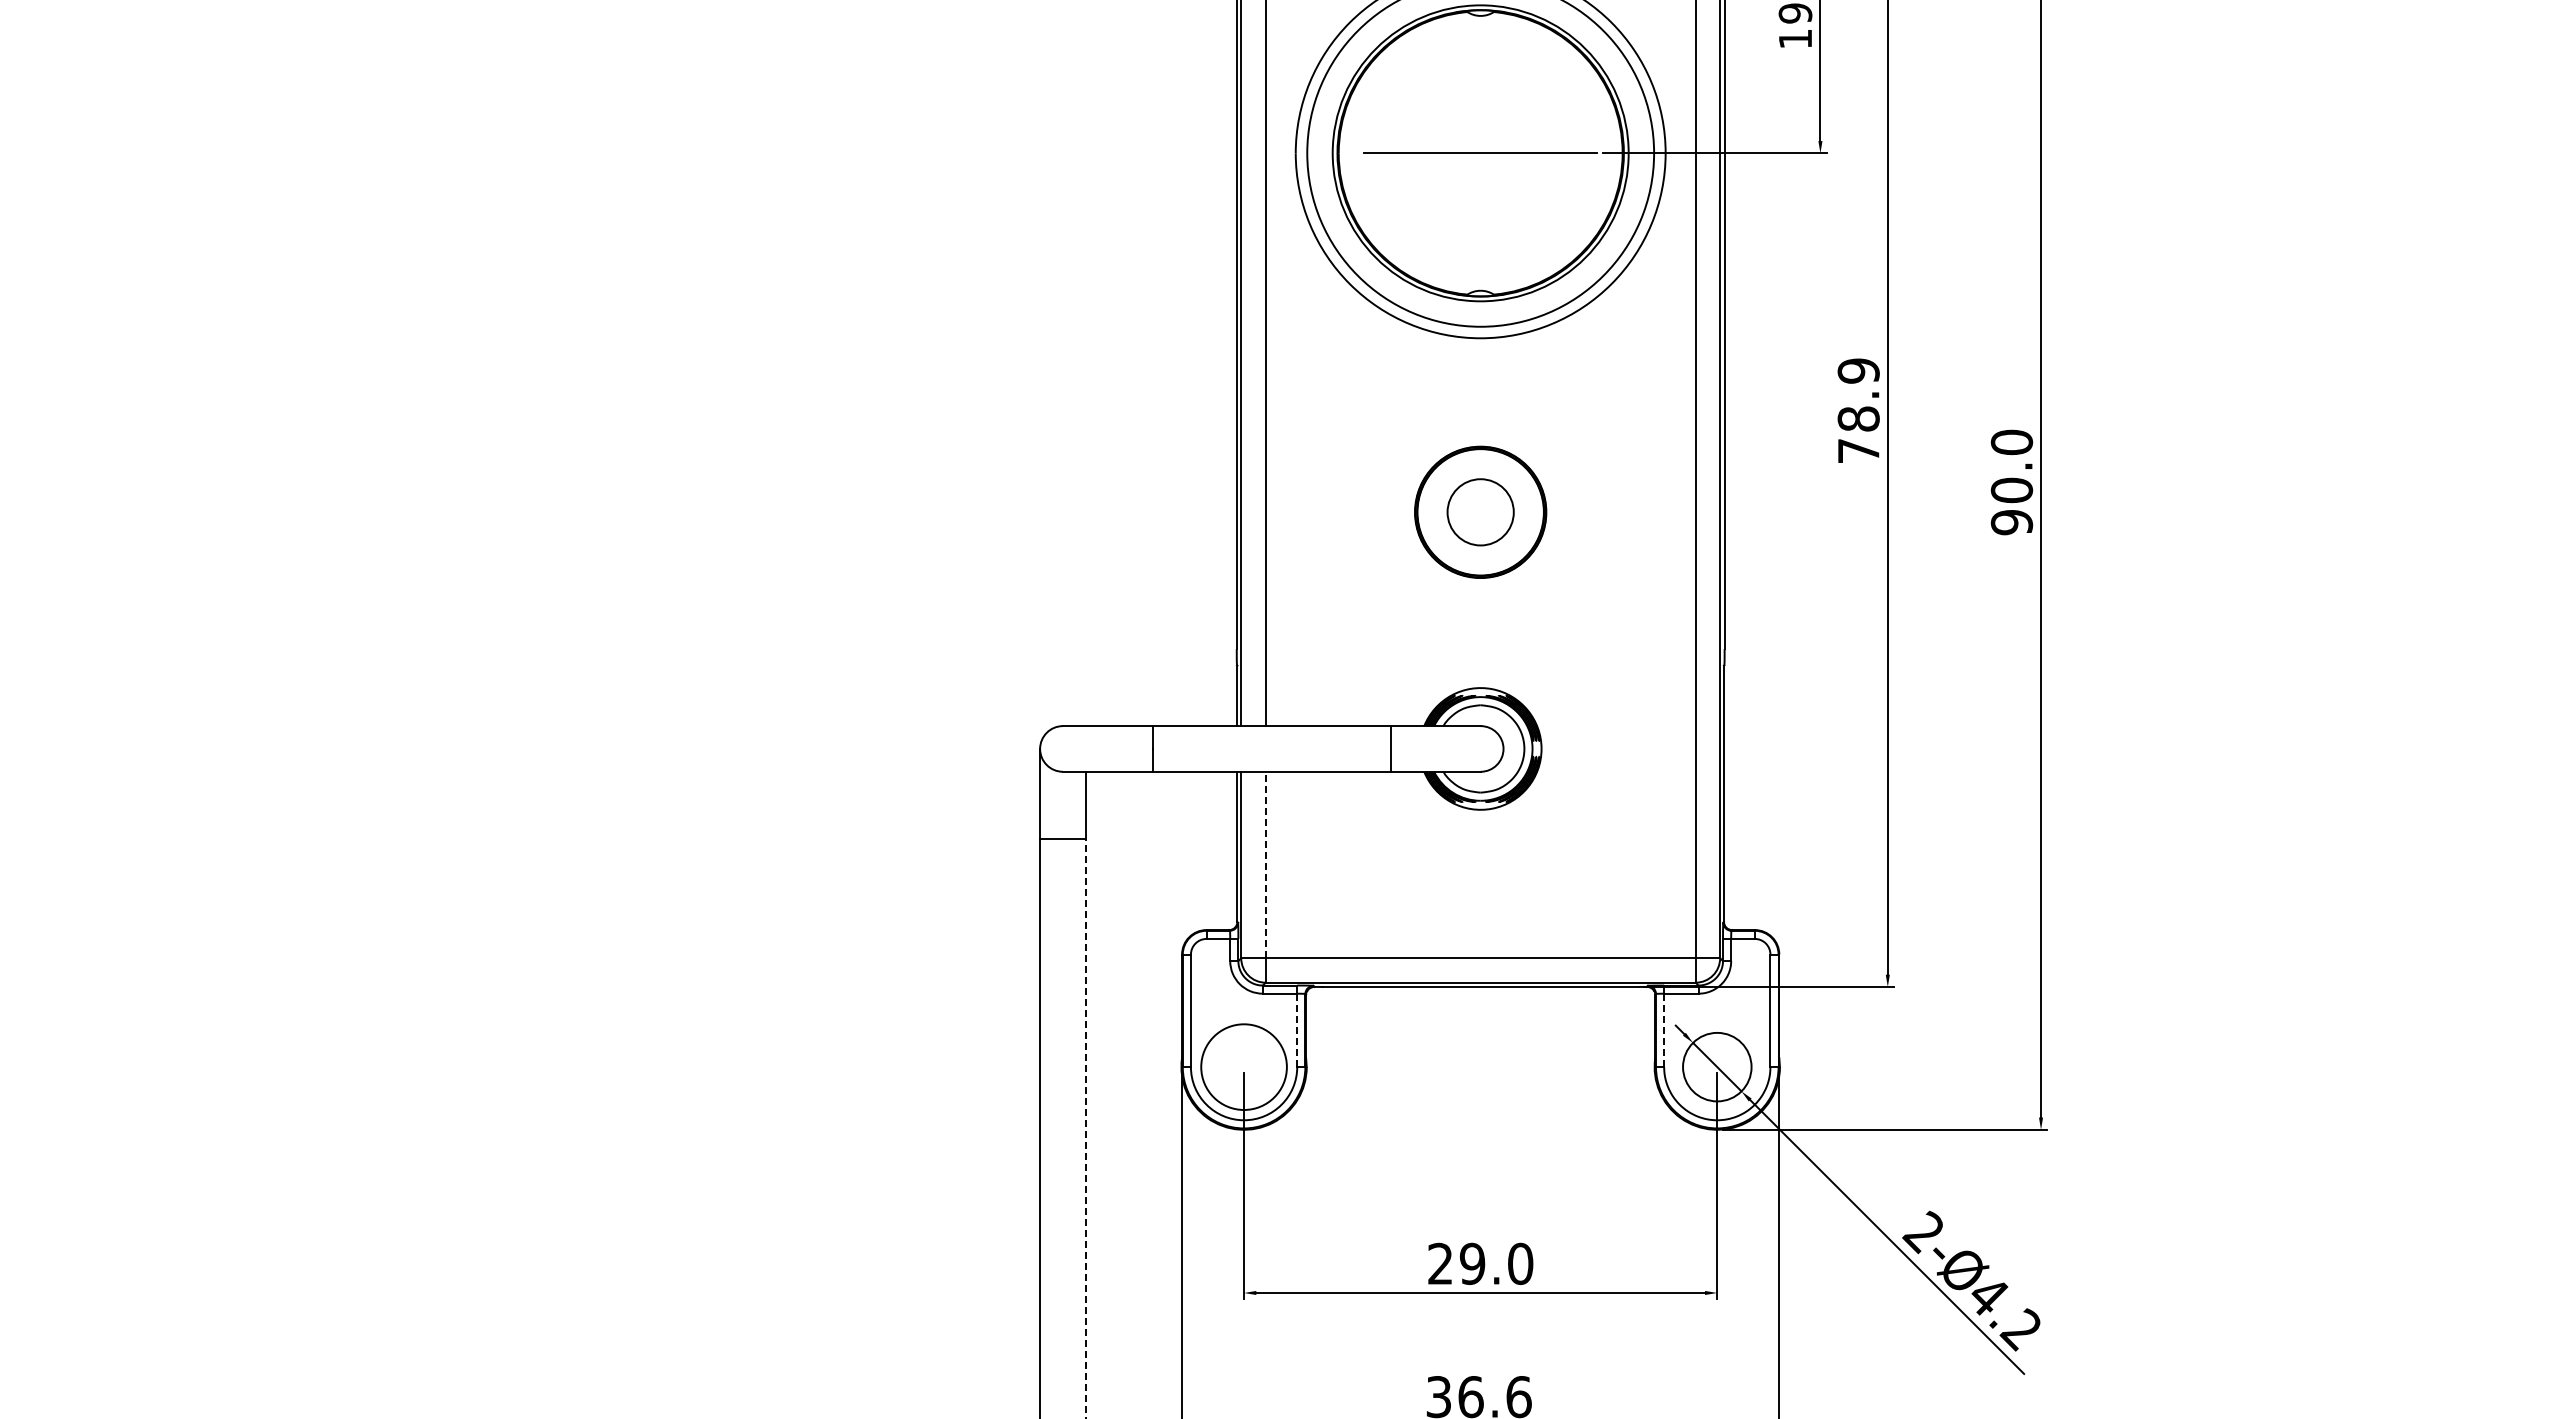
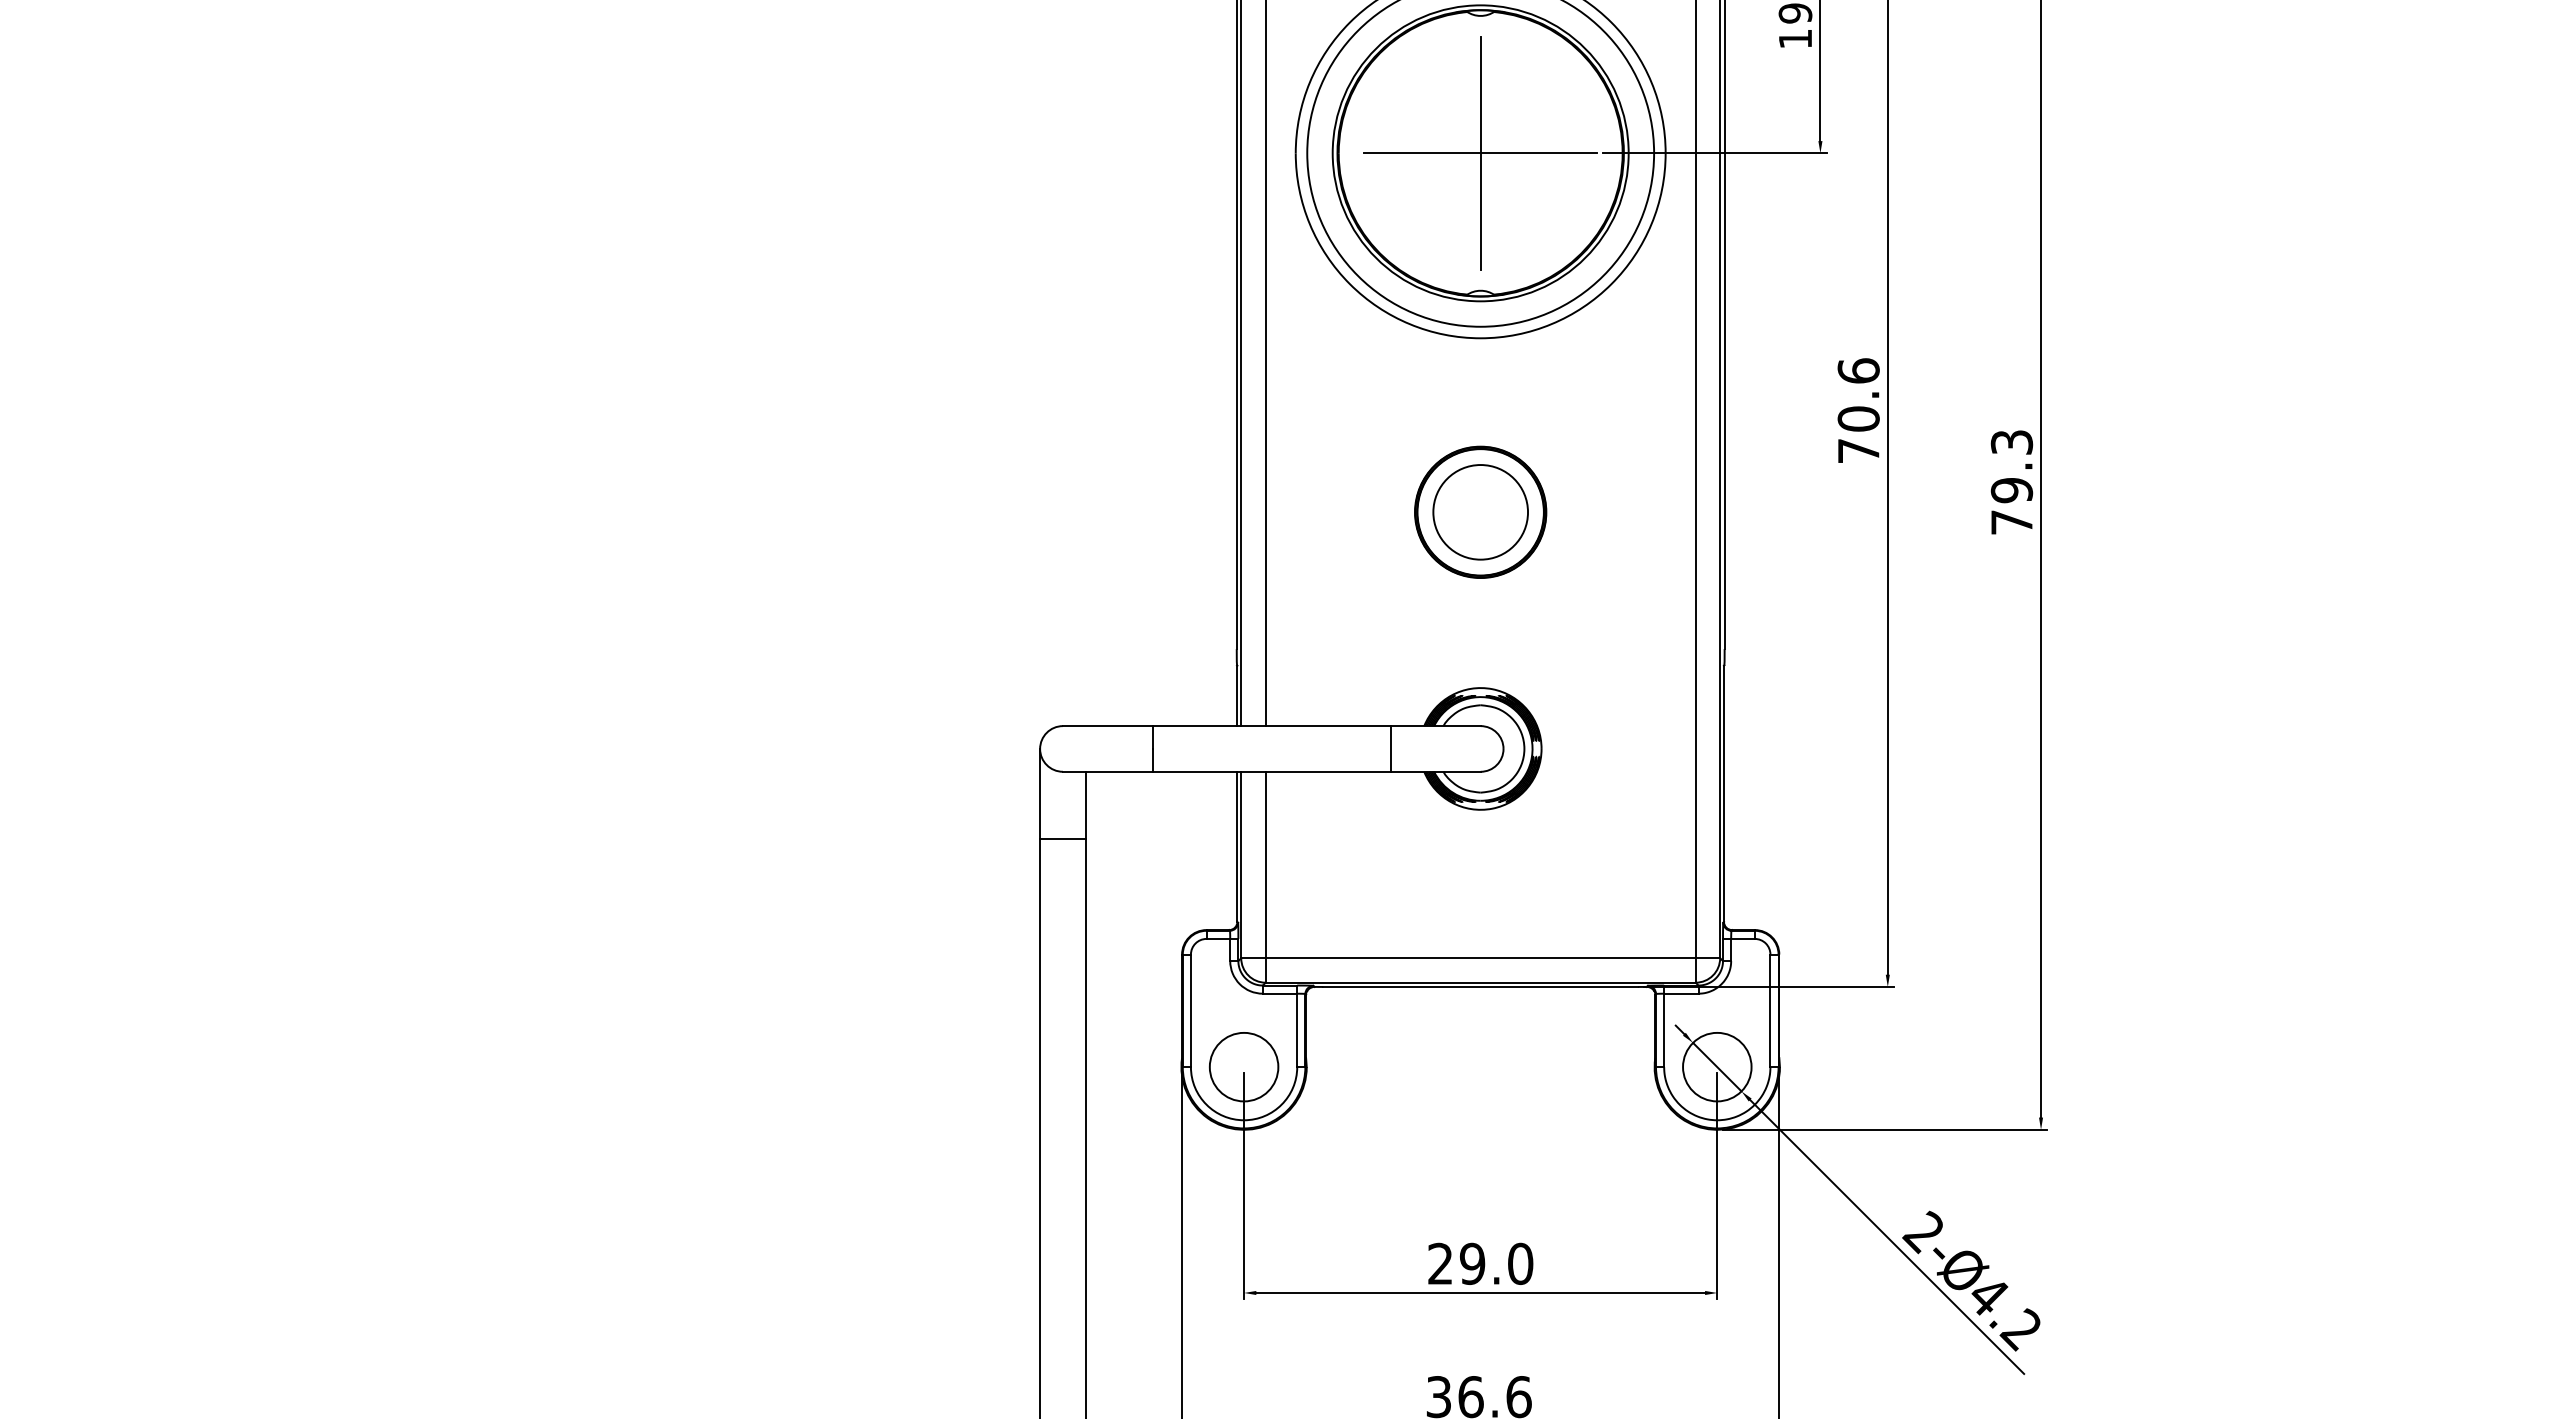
line at (1480, 152): none -> present
text at (1858, 394): 78.9 -> 70.6
text at (2011, 482): 90.0 -> 79.3
circle at (1480, 512) diameter: 66 px -> 95 px
line at (1265, 864): dashed -> solid
line at (1297, 1030): dashed -> solid
line at (1664, 1030): dashed -> solid
circle at (1243, 1066) diameter: 86 px -> 69 px
line at (1085, 1128): dashed -> solid
